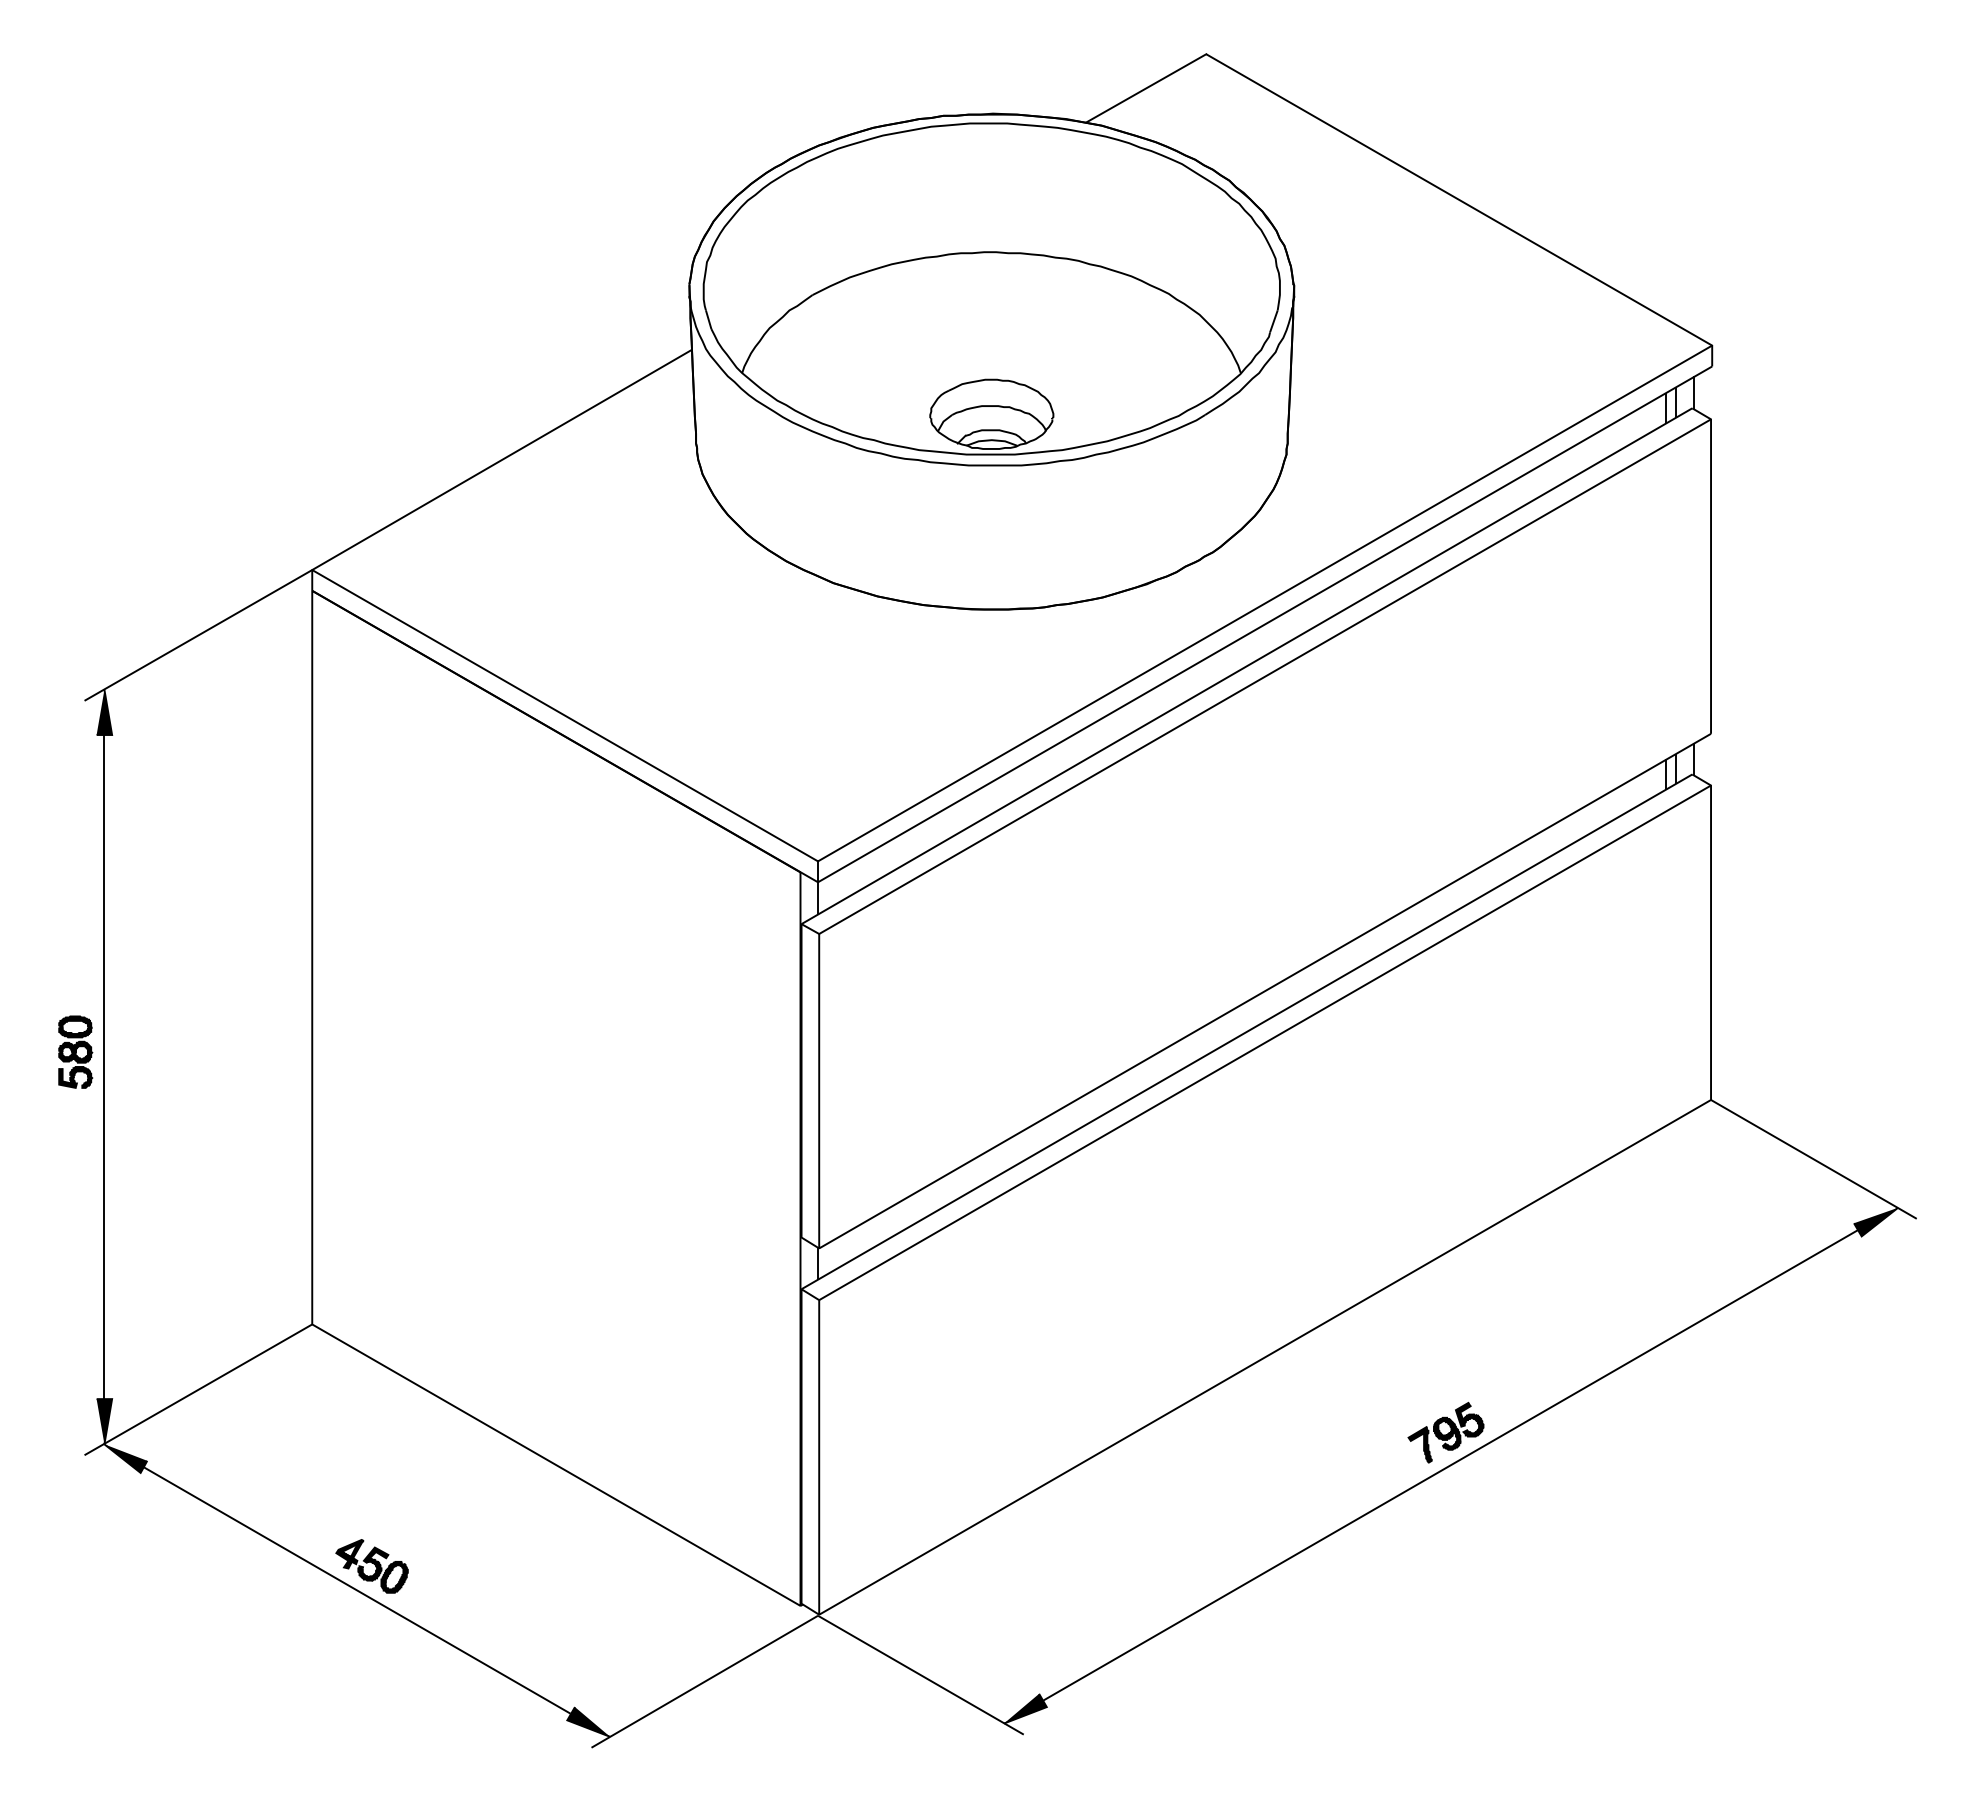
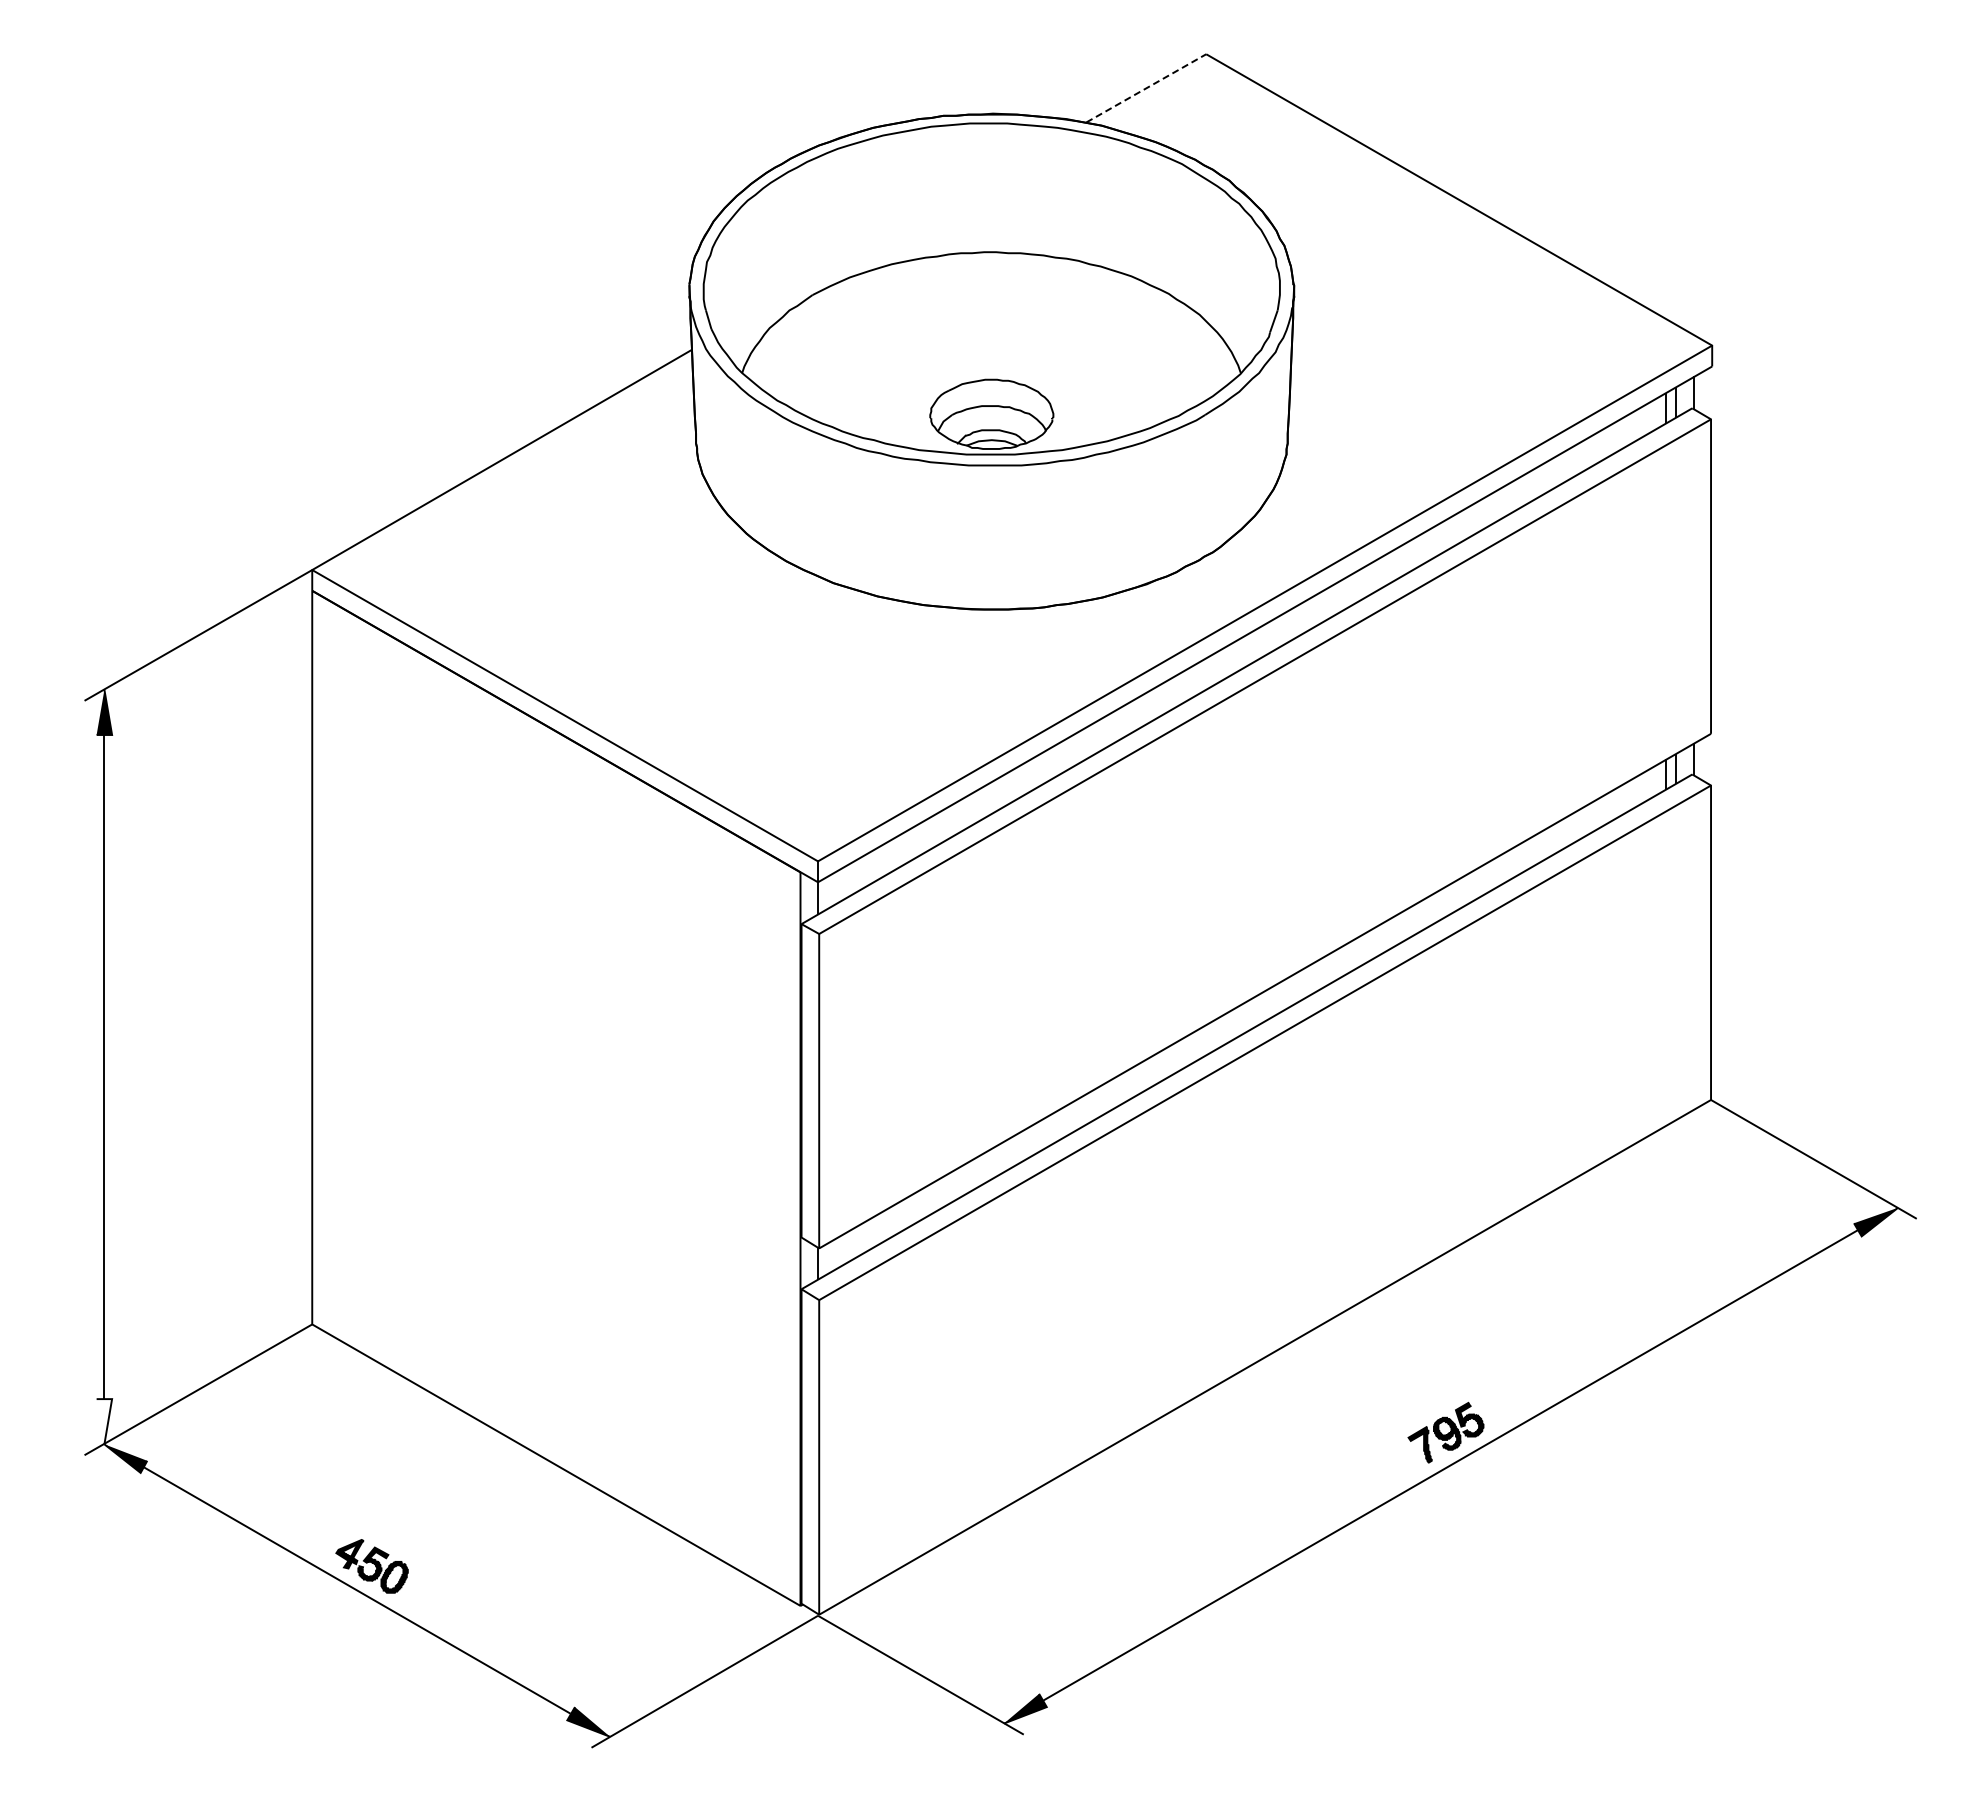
line at (1146, 88): solid -> dashed
part at (75, 1051): present -> none
fill at (104, 1421): present -> none
